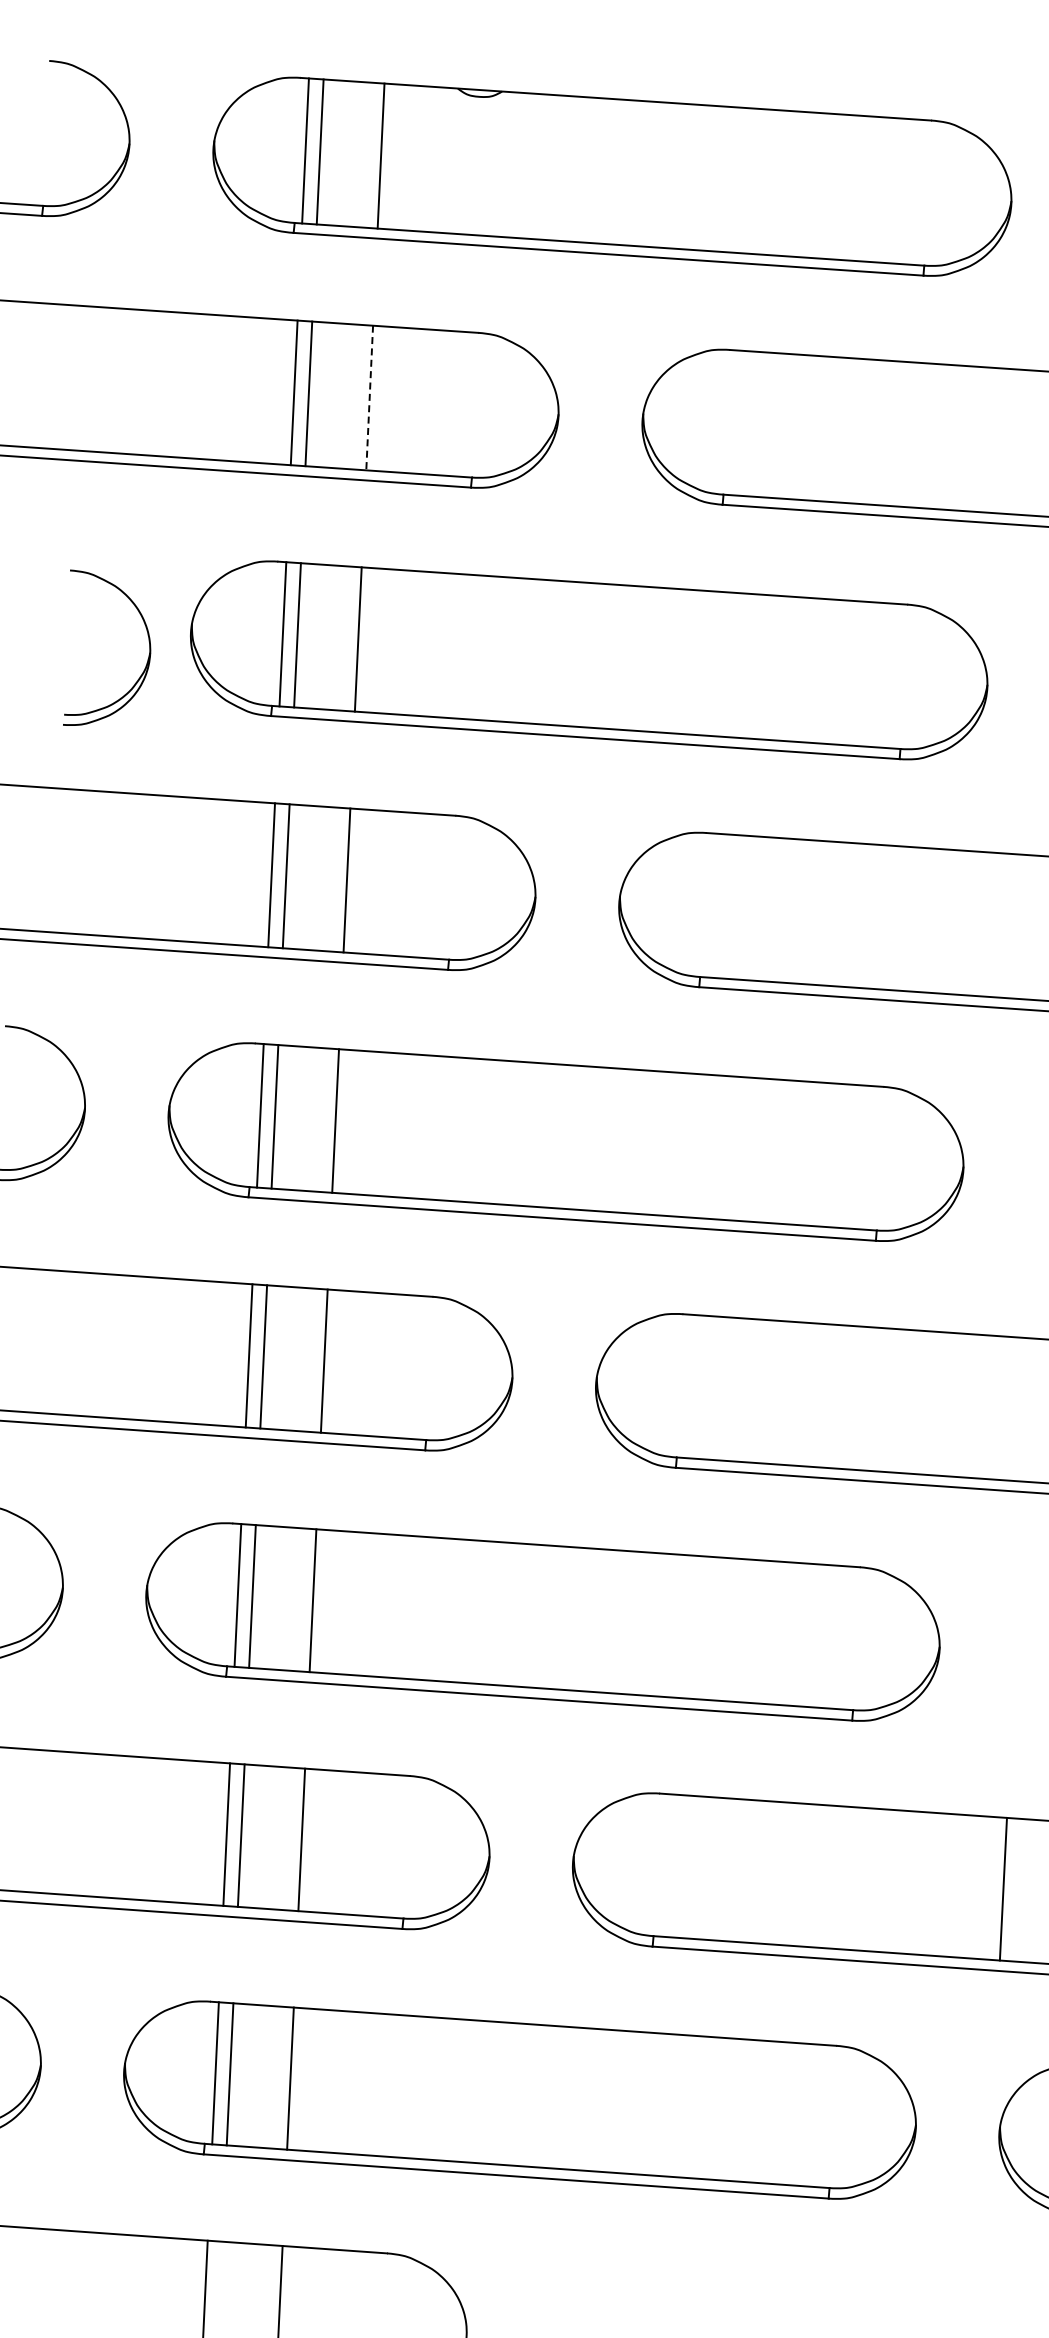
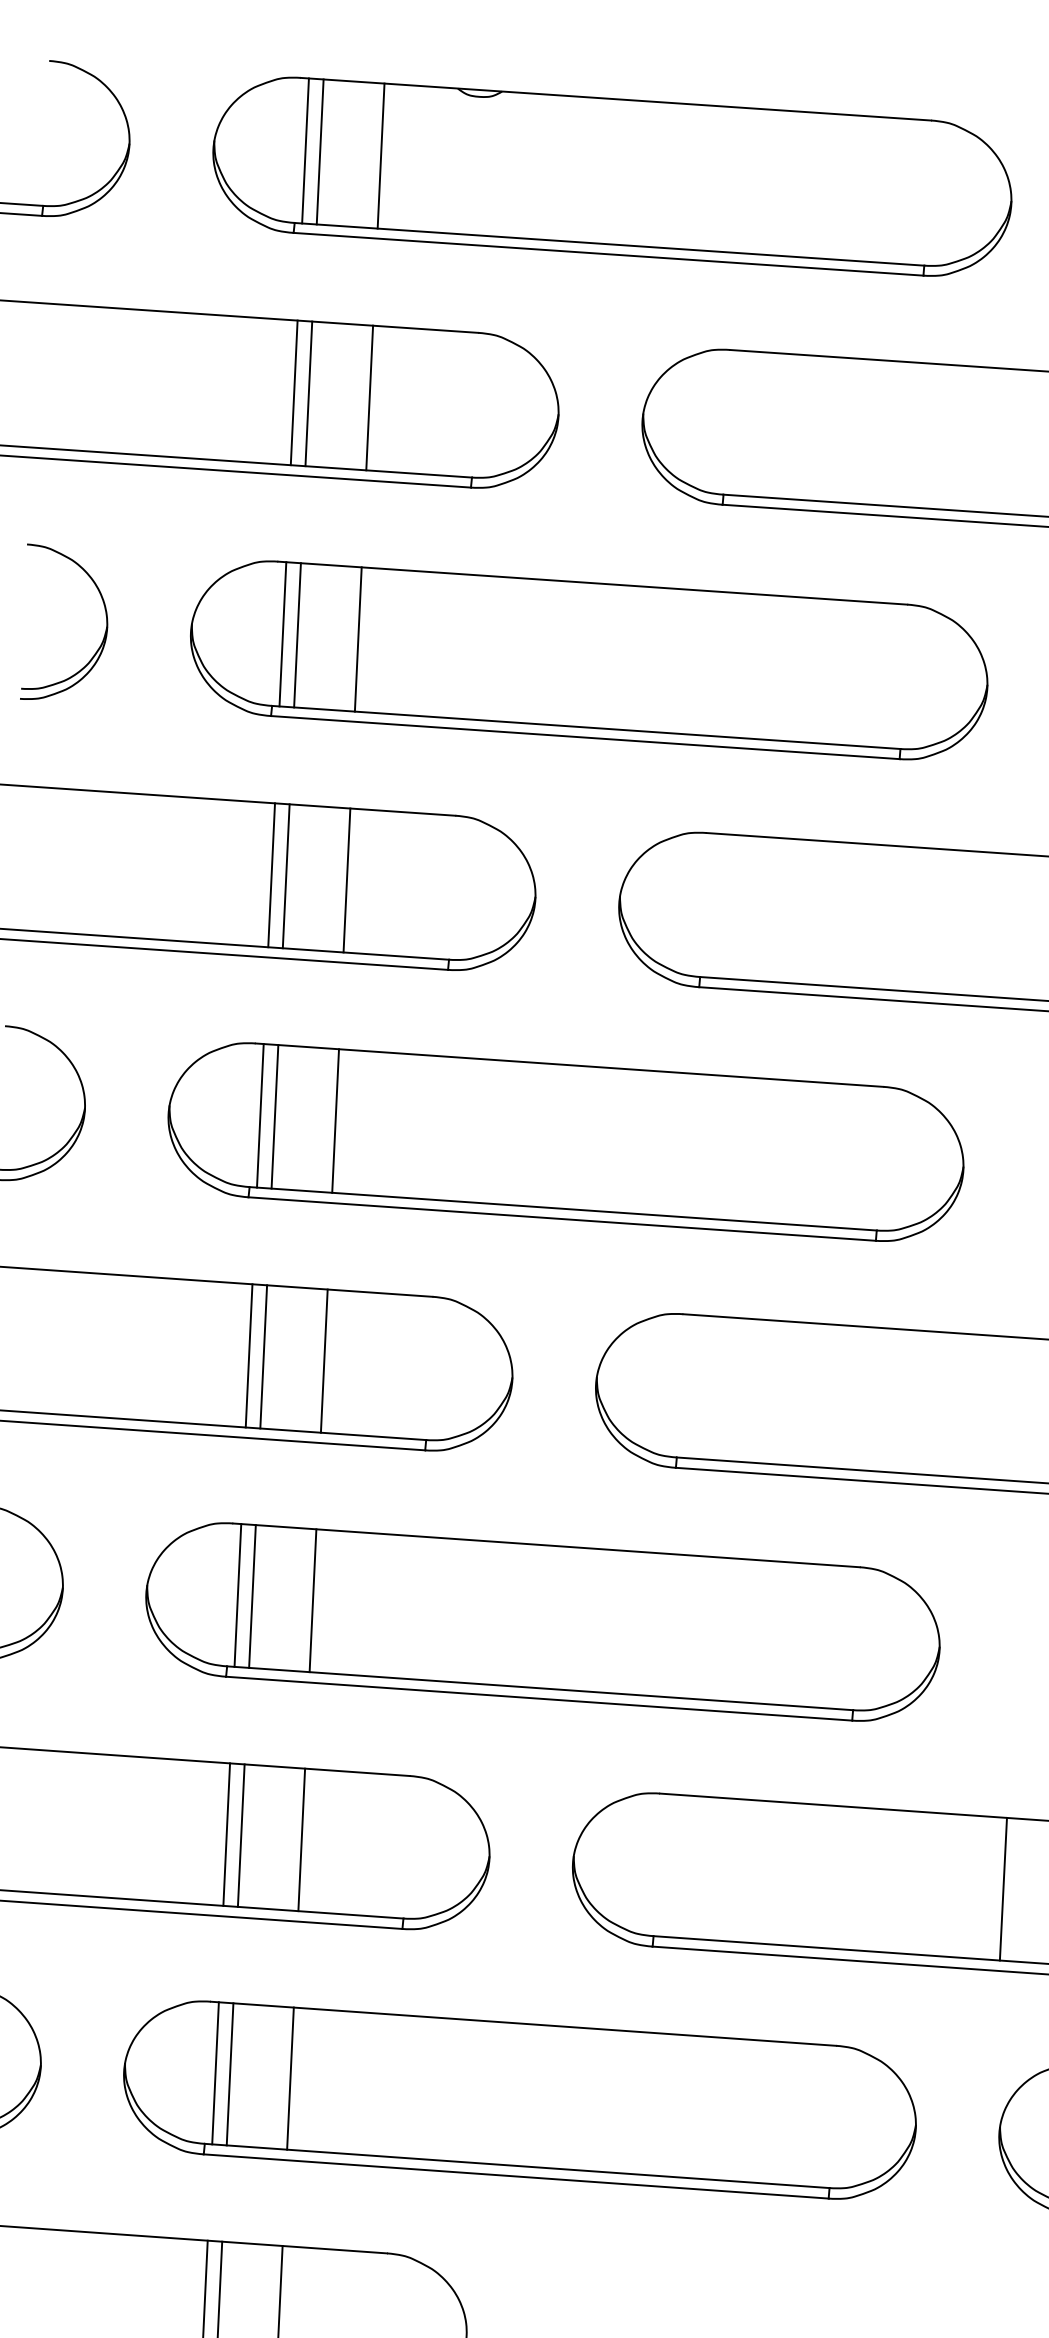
line at (369, 398): dashed -> solid
part at (148, 641) position: (148, 641) -> (105, 615)
line at (219, 2287): none -> present
